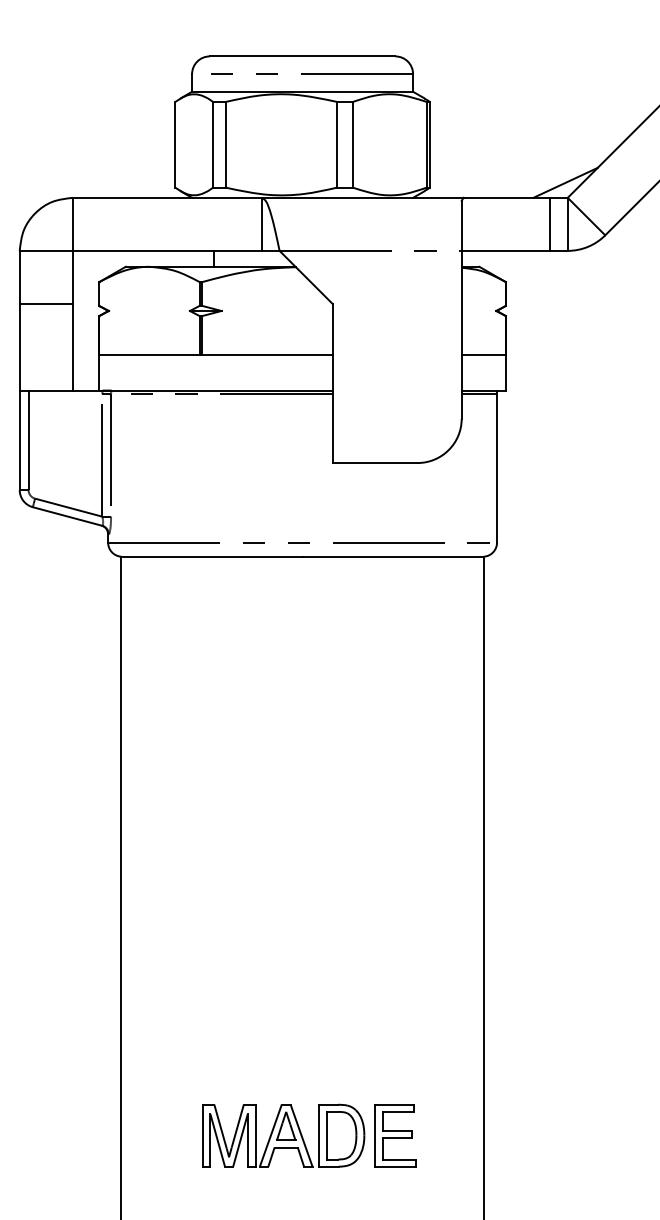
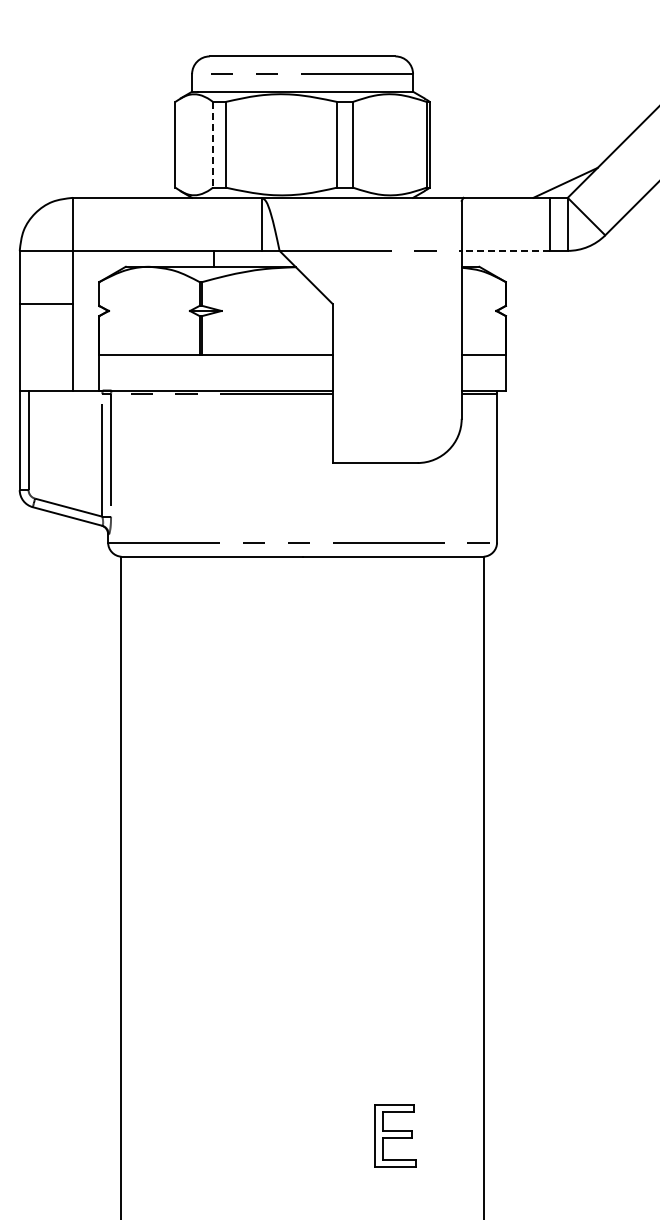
line at (213, 144): solid -> dashed
line at (505, 250): solid -> dashed
part at (283, 1135): present -> none
